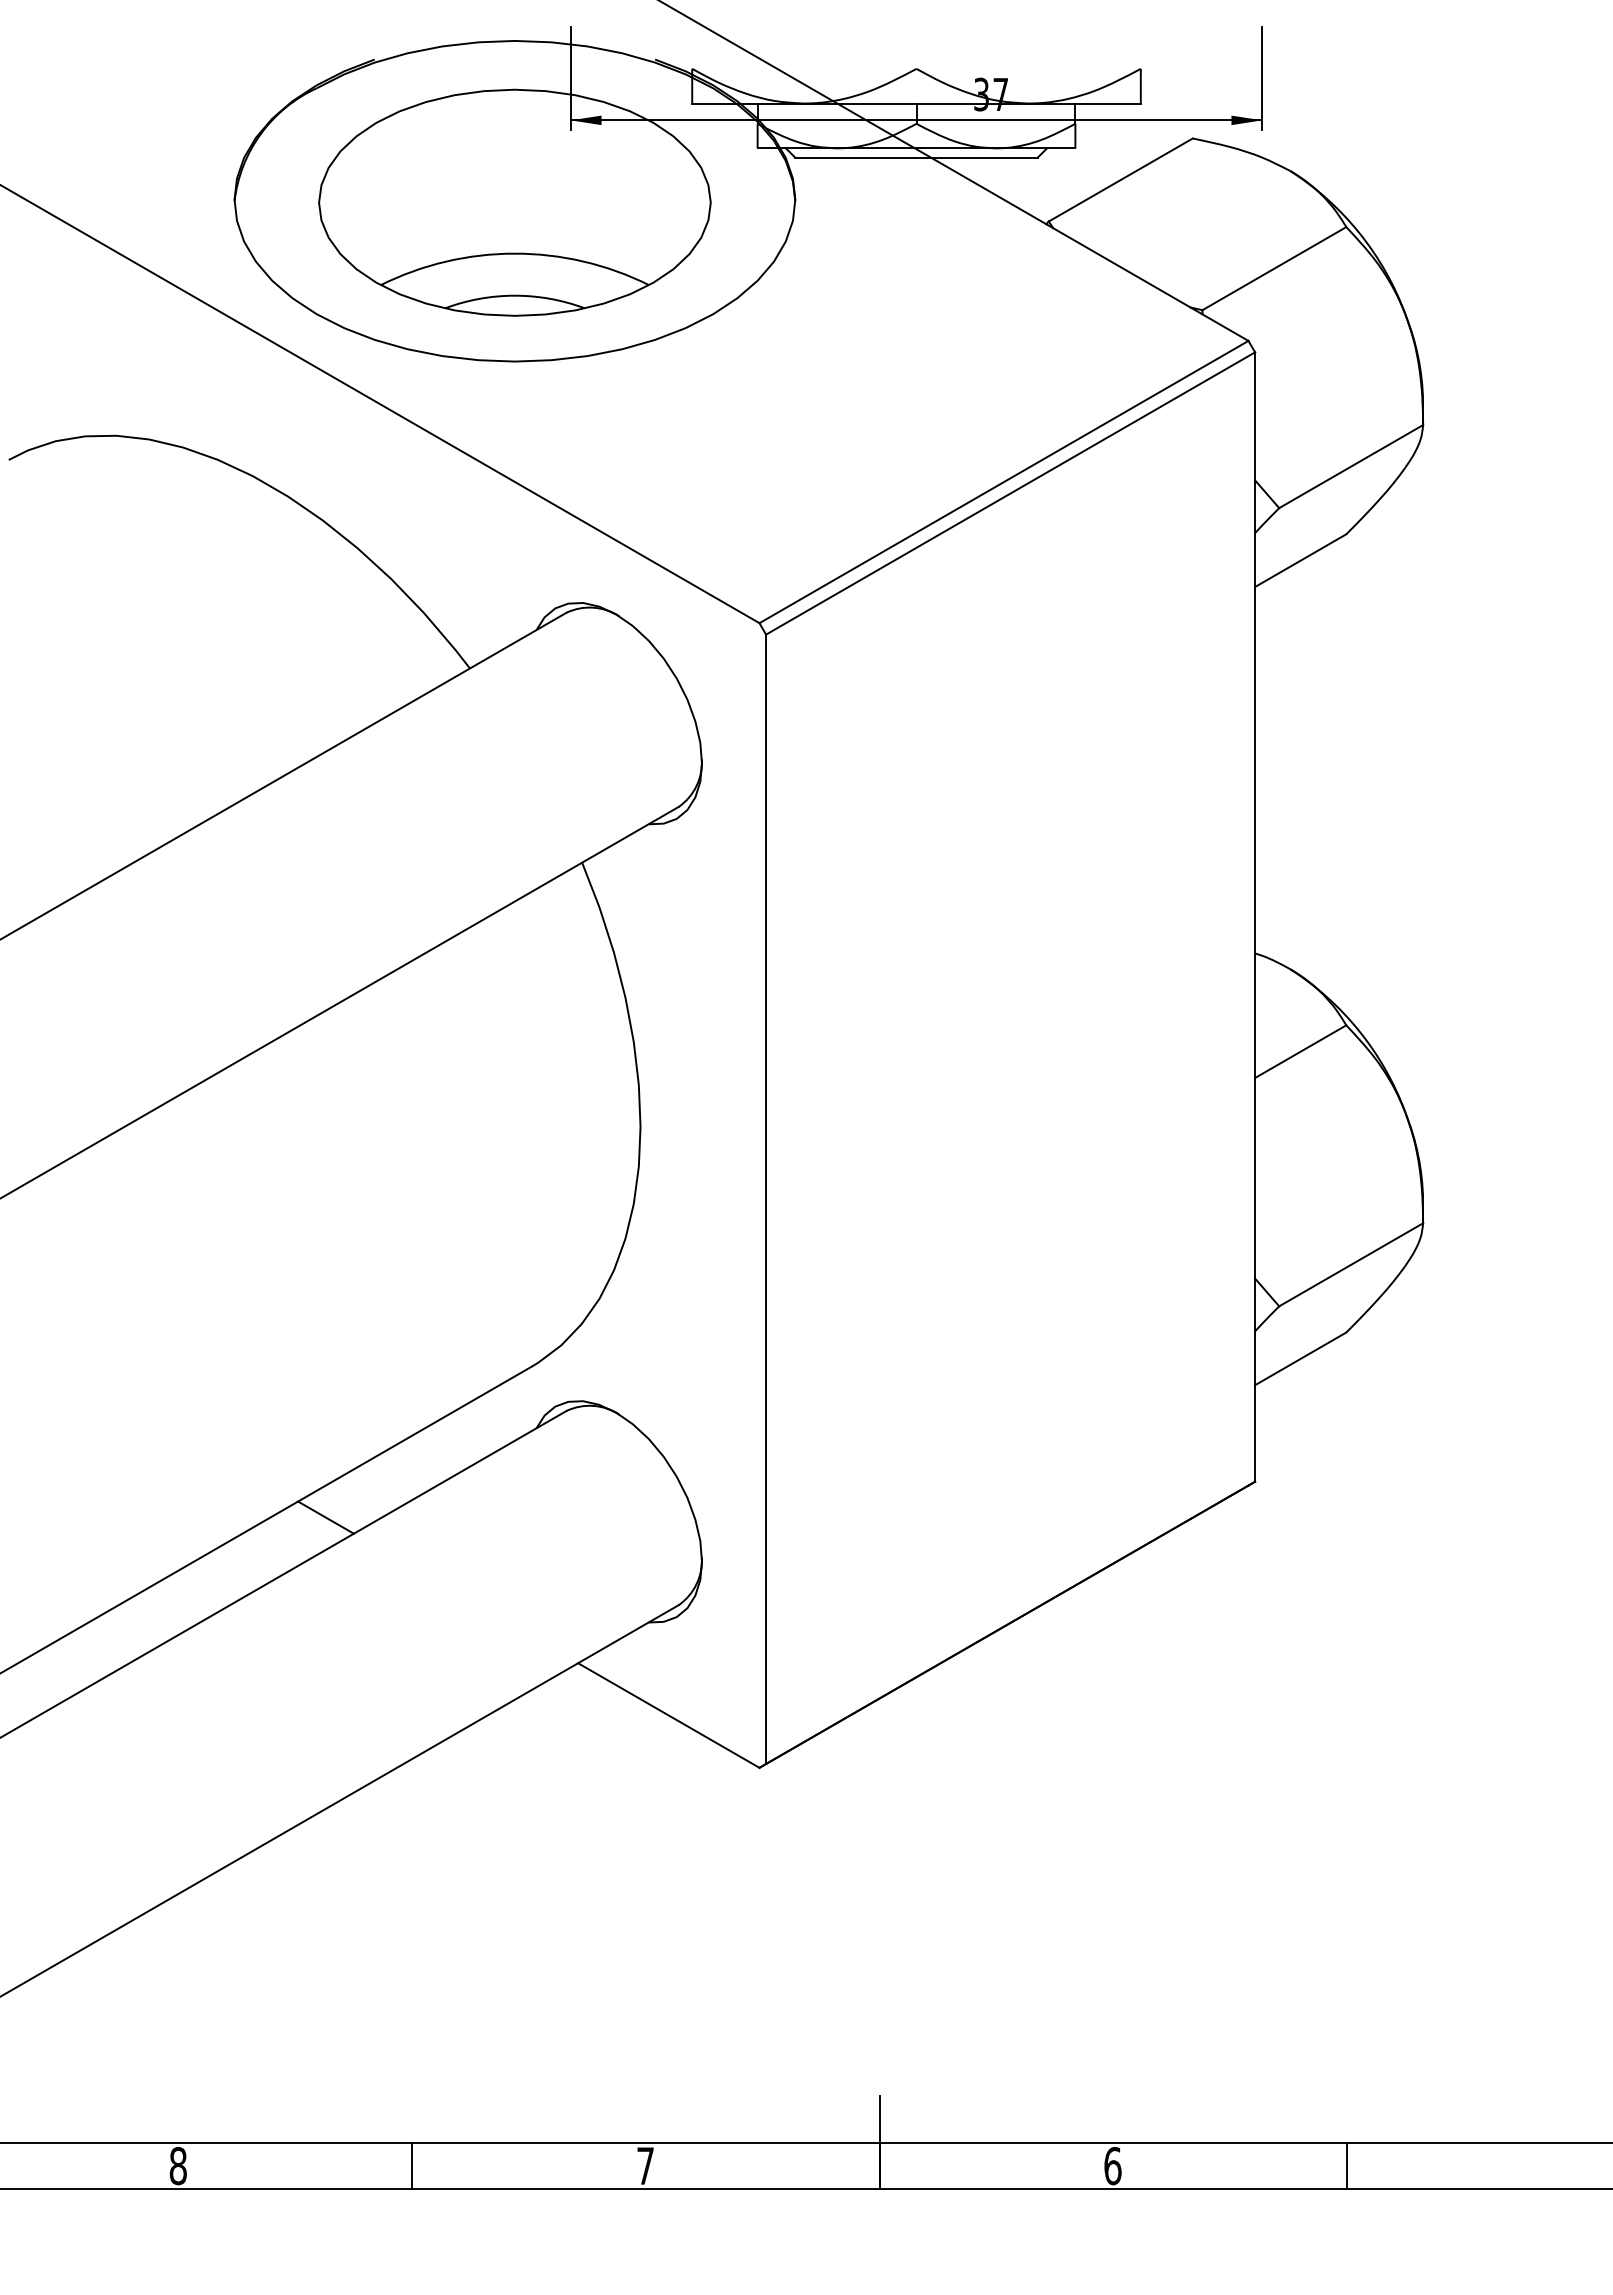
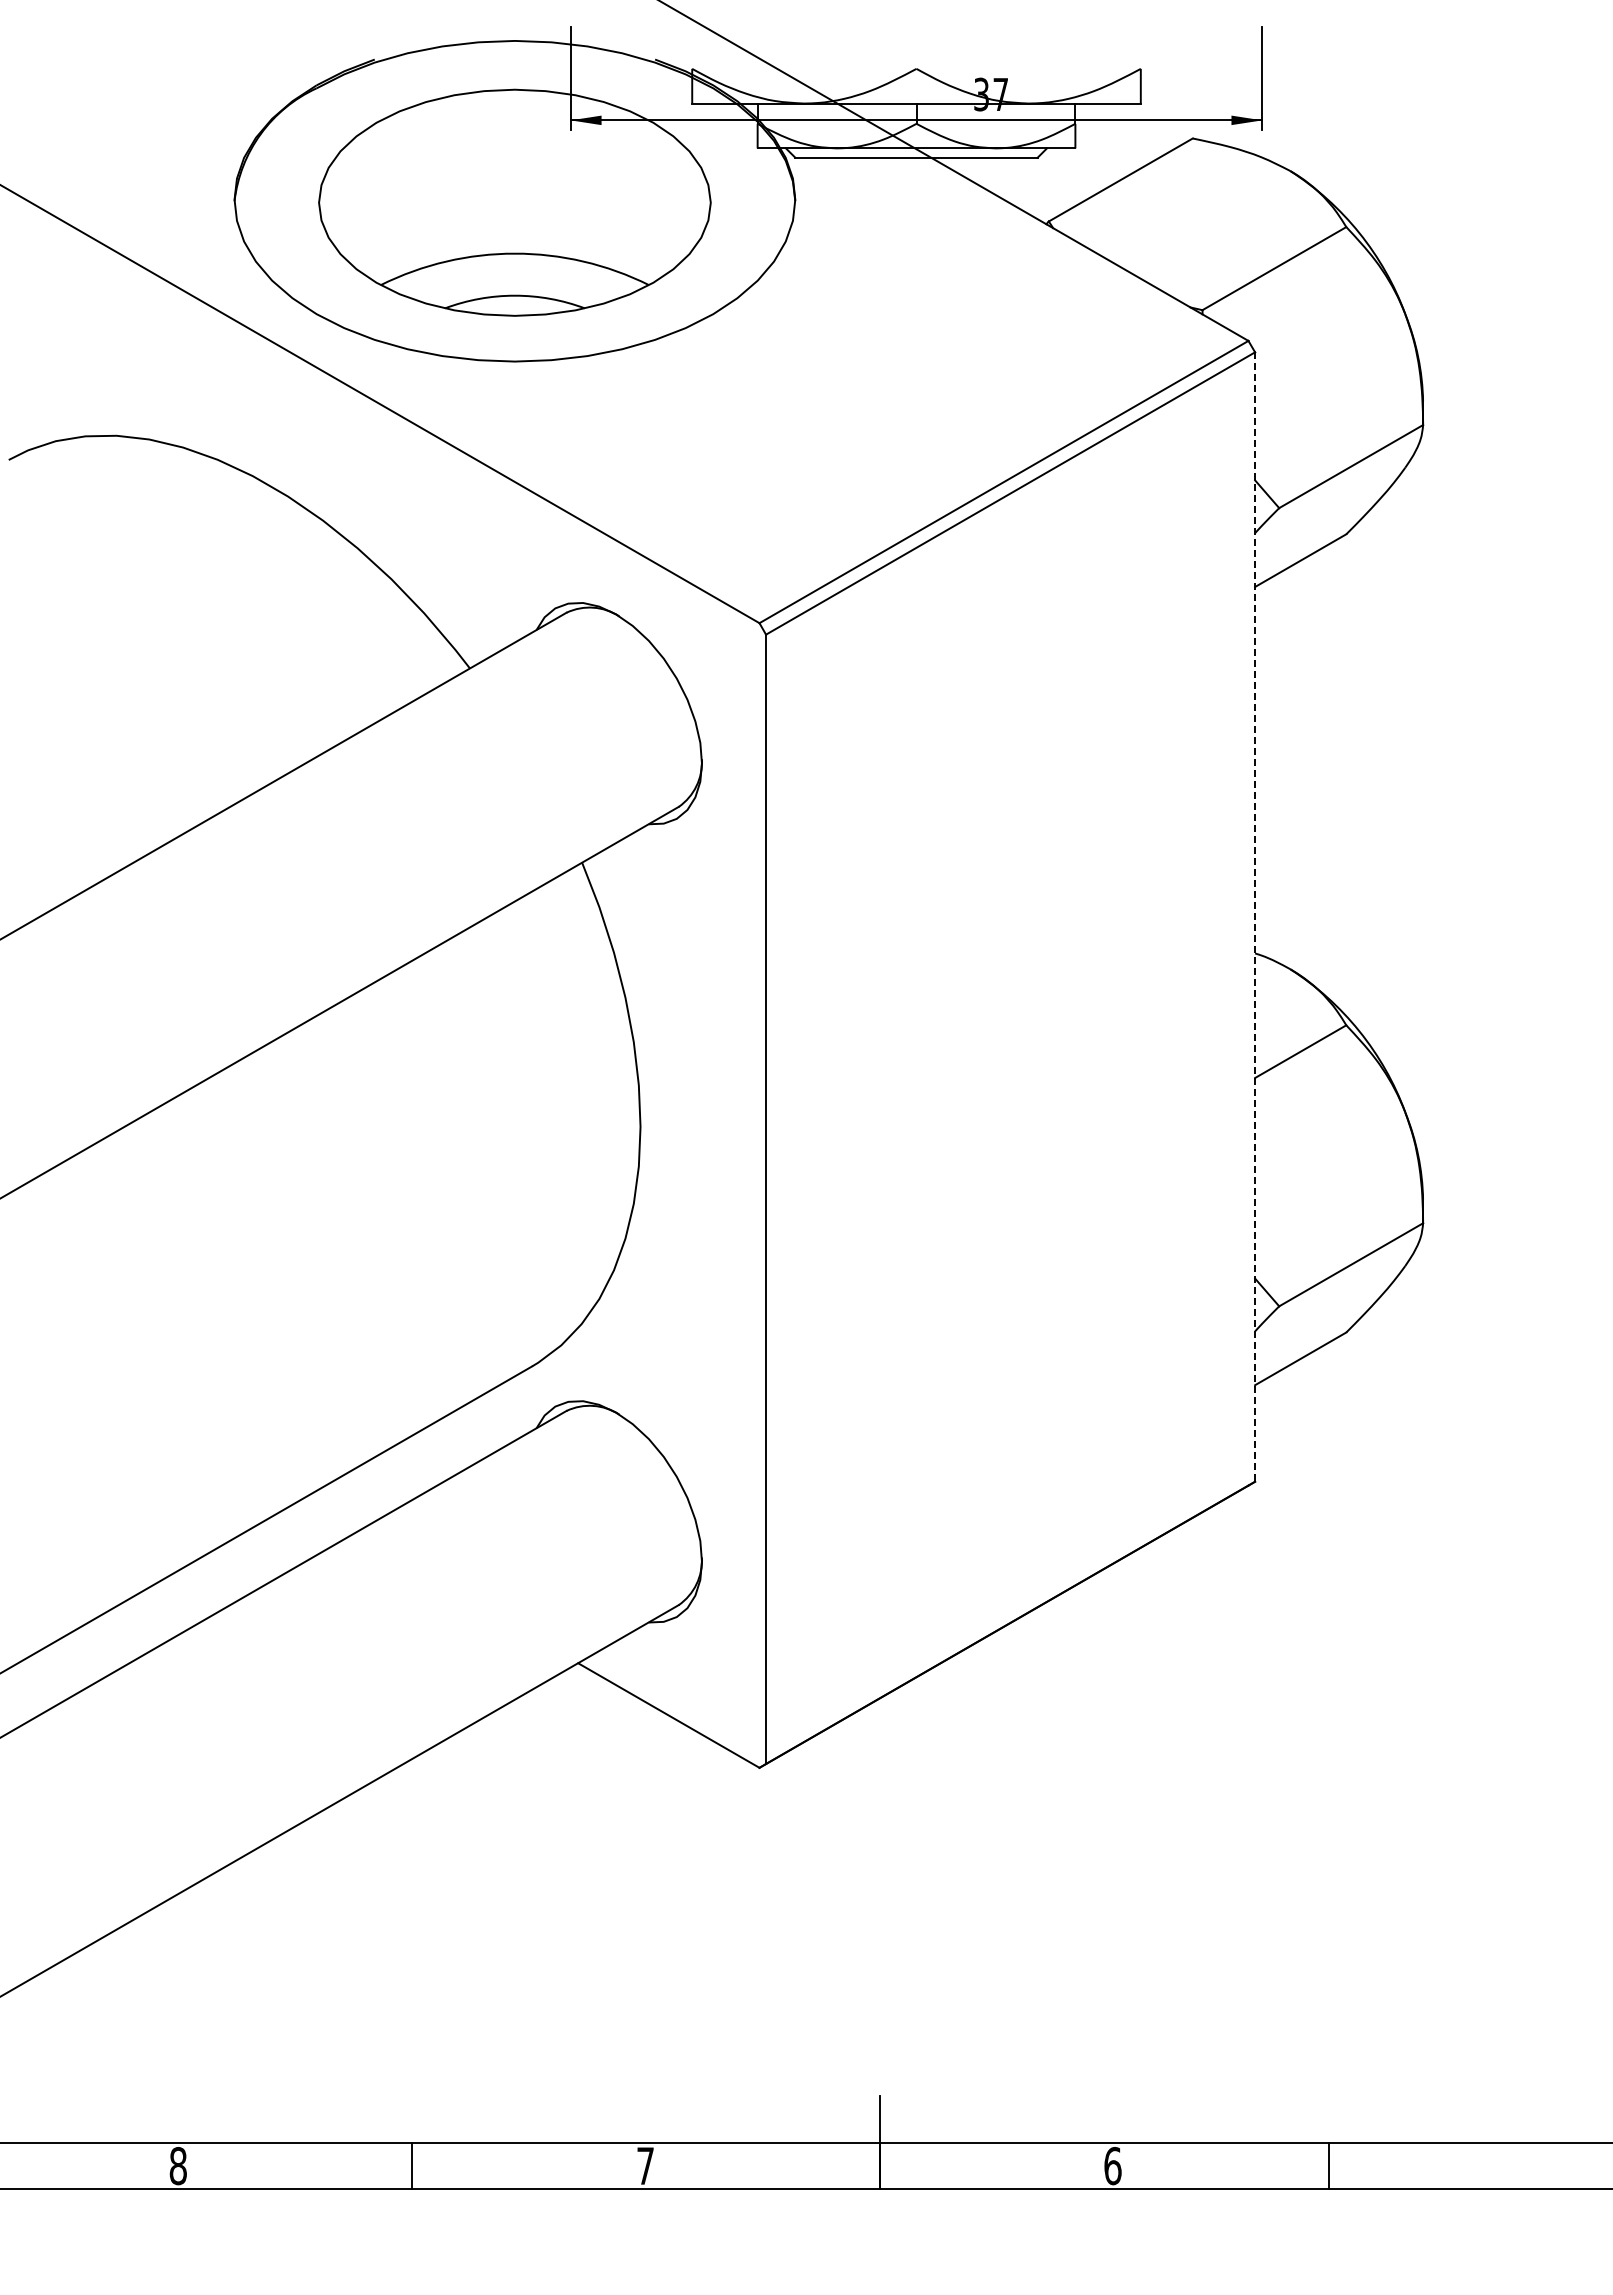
line at (1255, 917): solid -> dashed
line at (325, 1517): present -> none
line at (1346, 2165) position: (1346, 2165) -> (1328, 2165)
